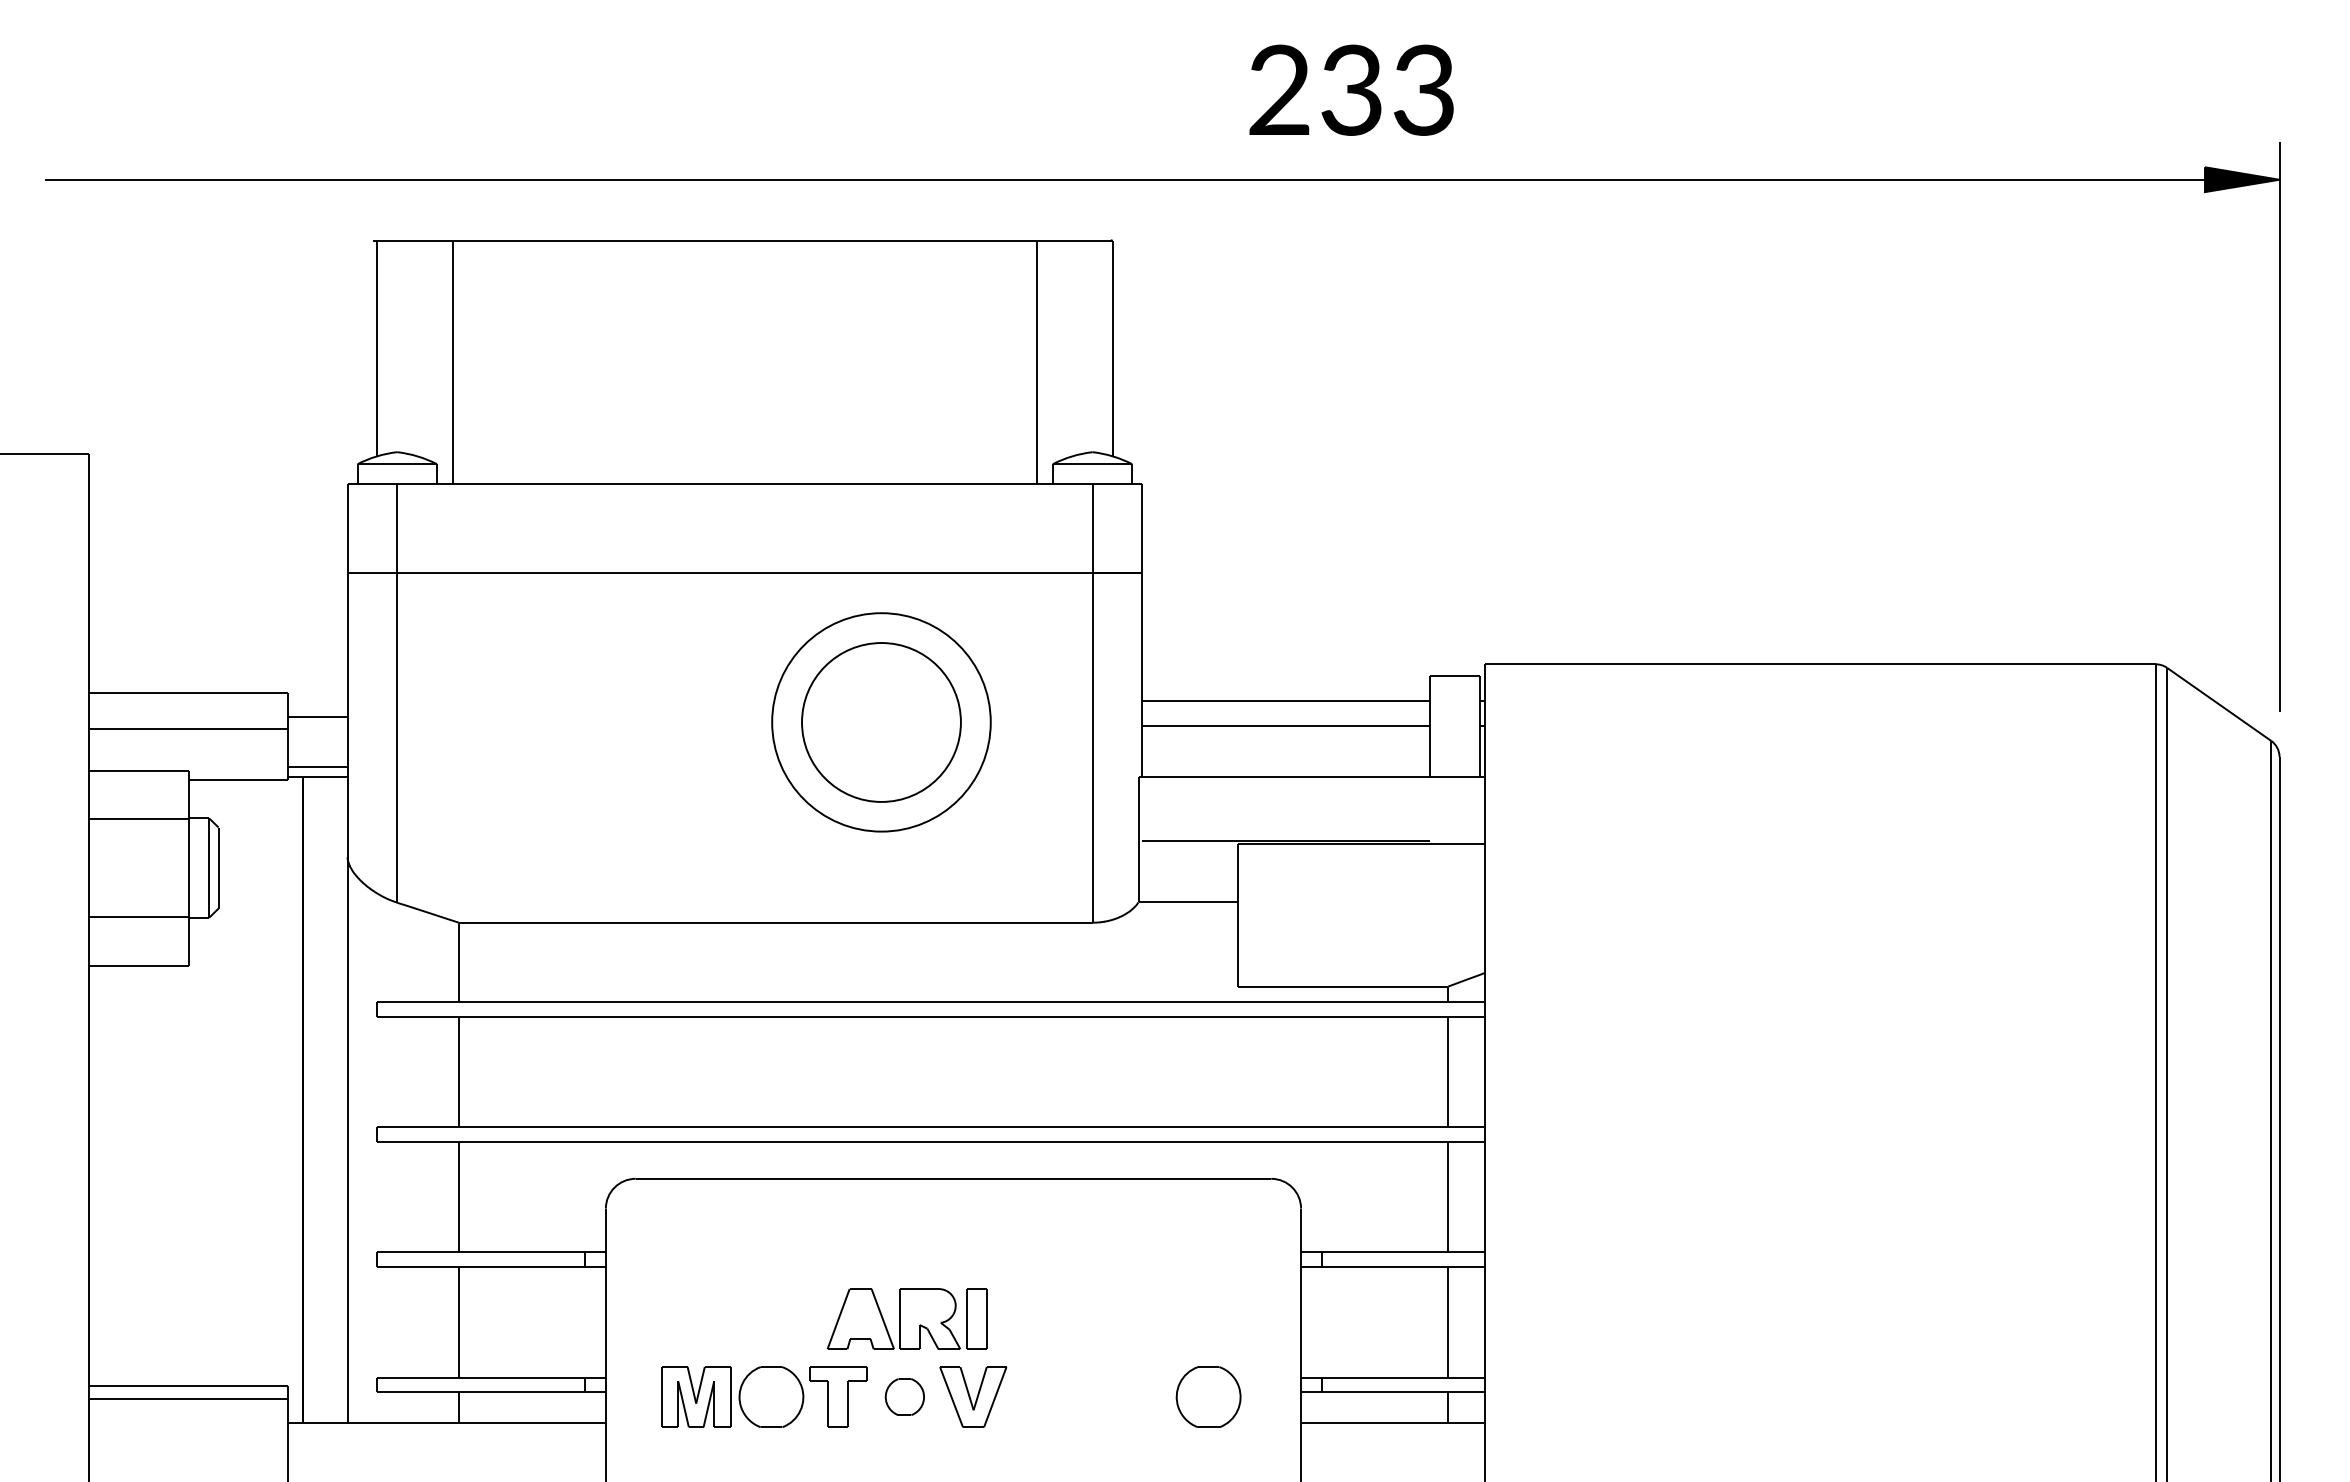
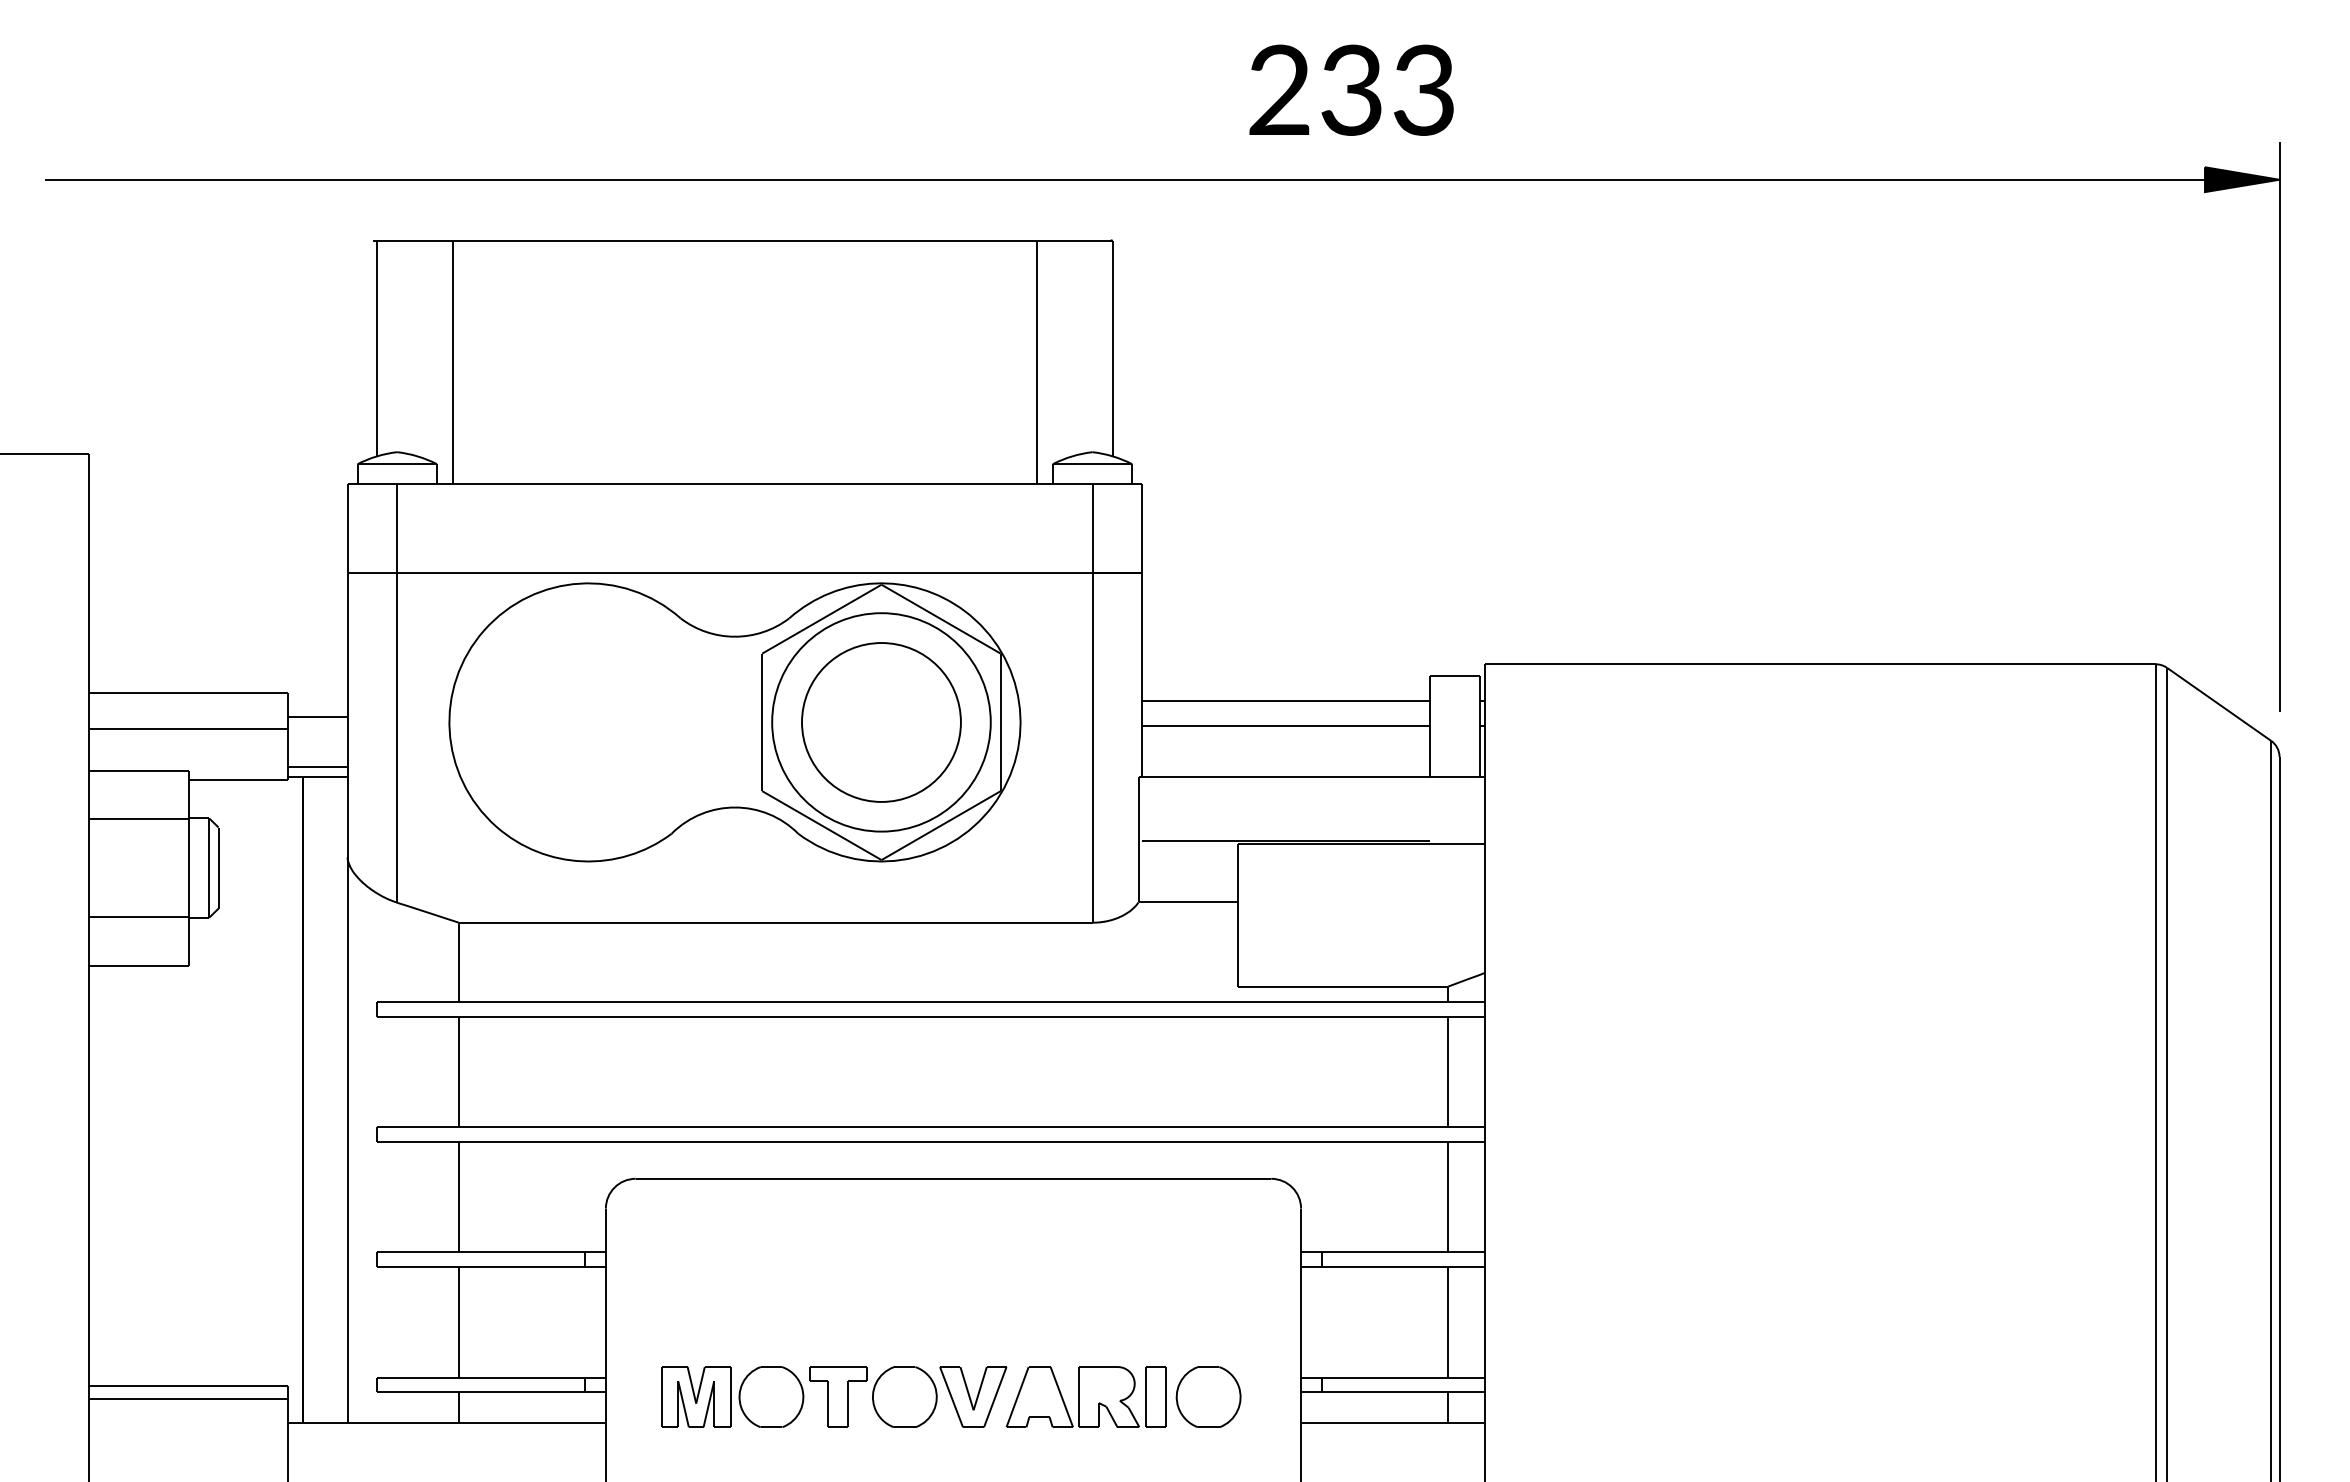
part at (734, 722): none -> present
part at (906, 1318) position: (906, 1318) -> (1085, 1396)
part at (904, 1396) size: 41x38 px -> 66x62 px
